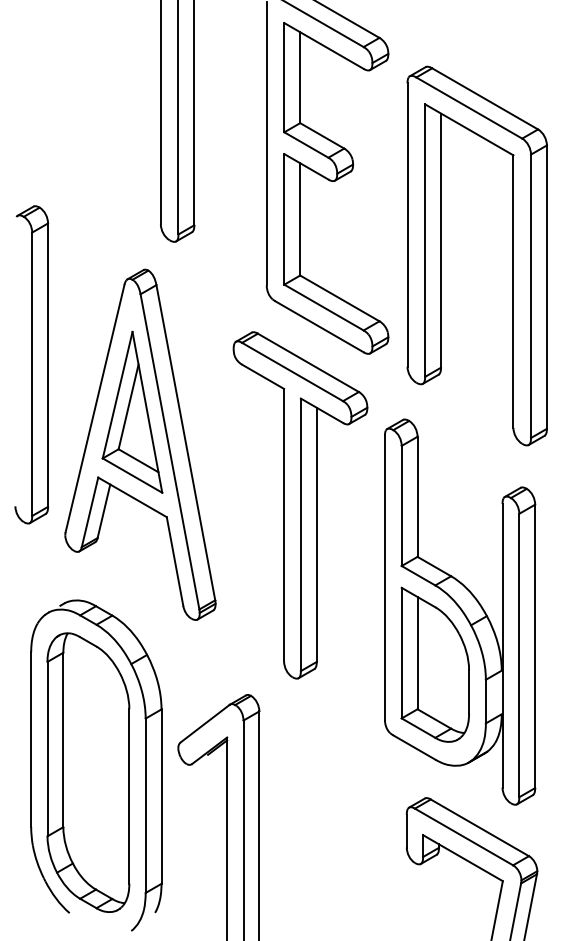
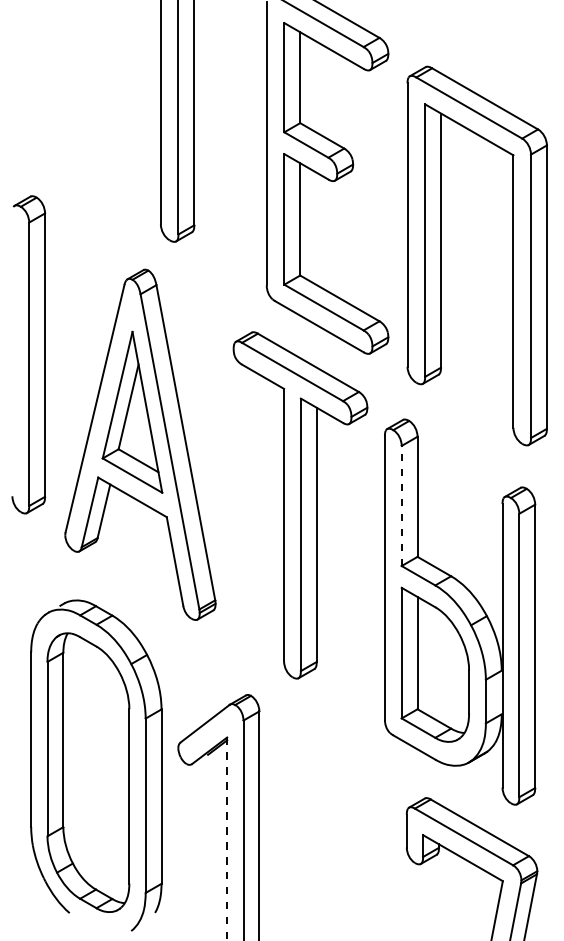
part at (31, 364) position: (31, 364) -> (28, 354)
line at (401, 505): solid -> dashed
line at (227, 839): solid -> dashed
